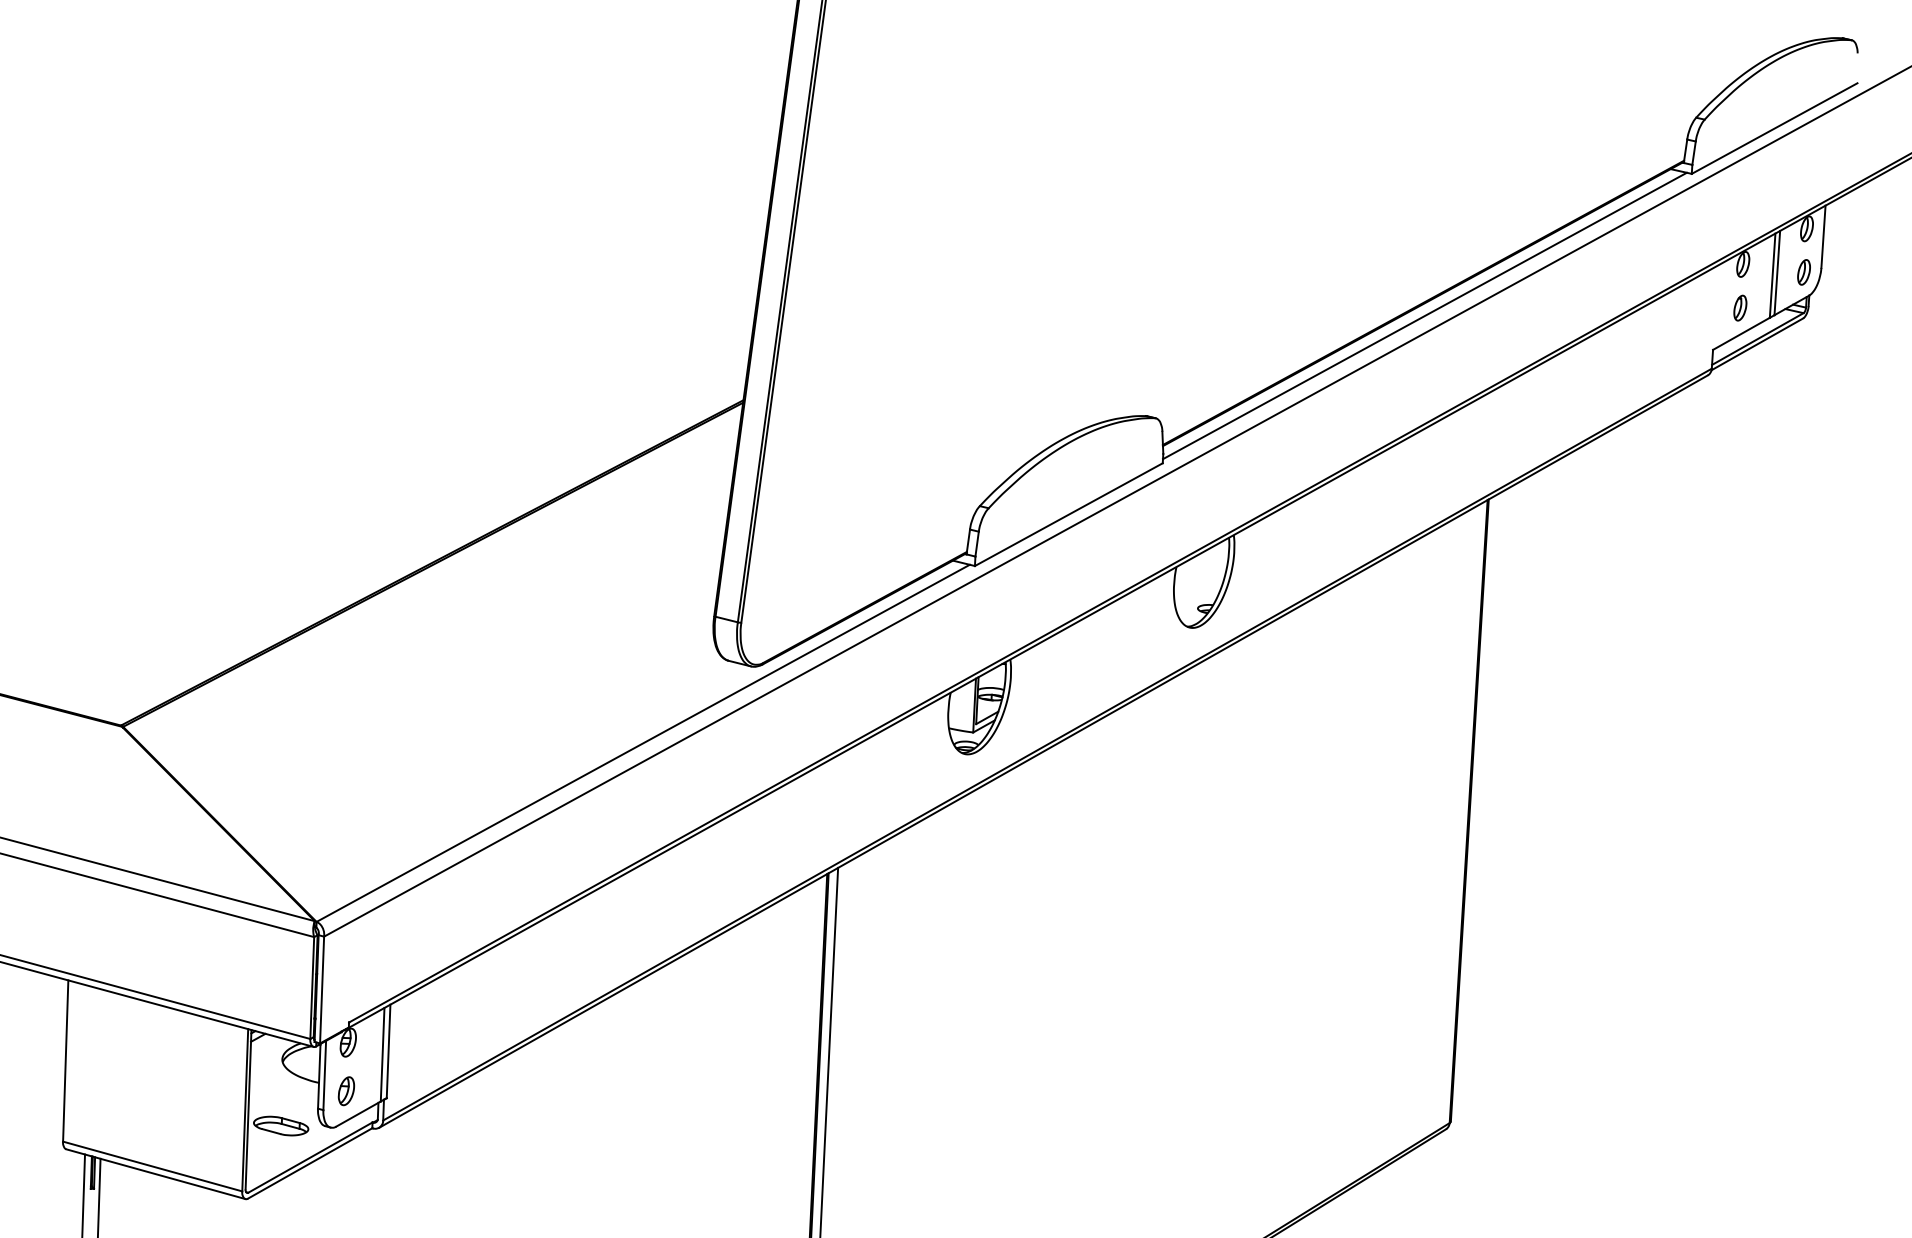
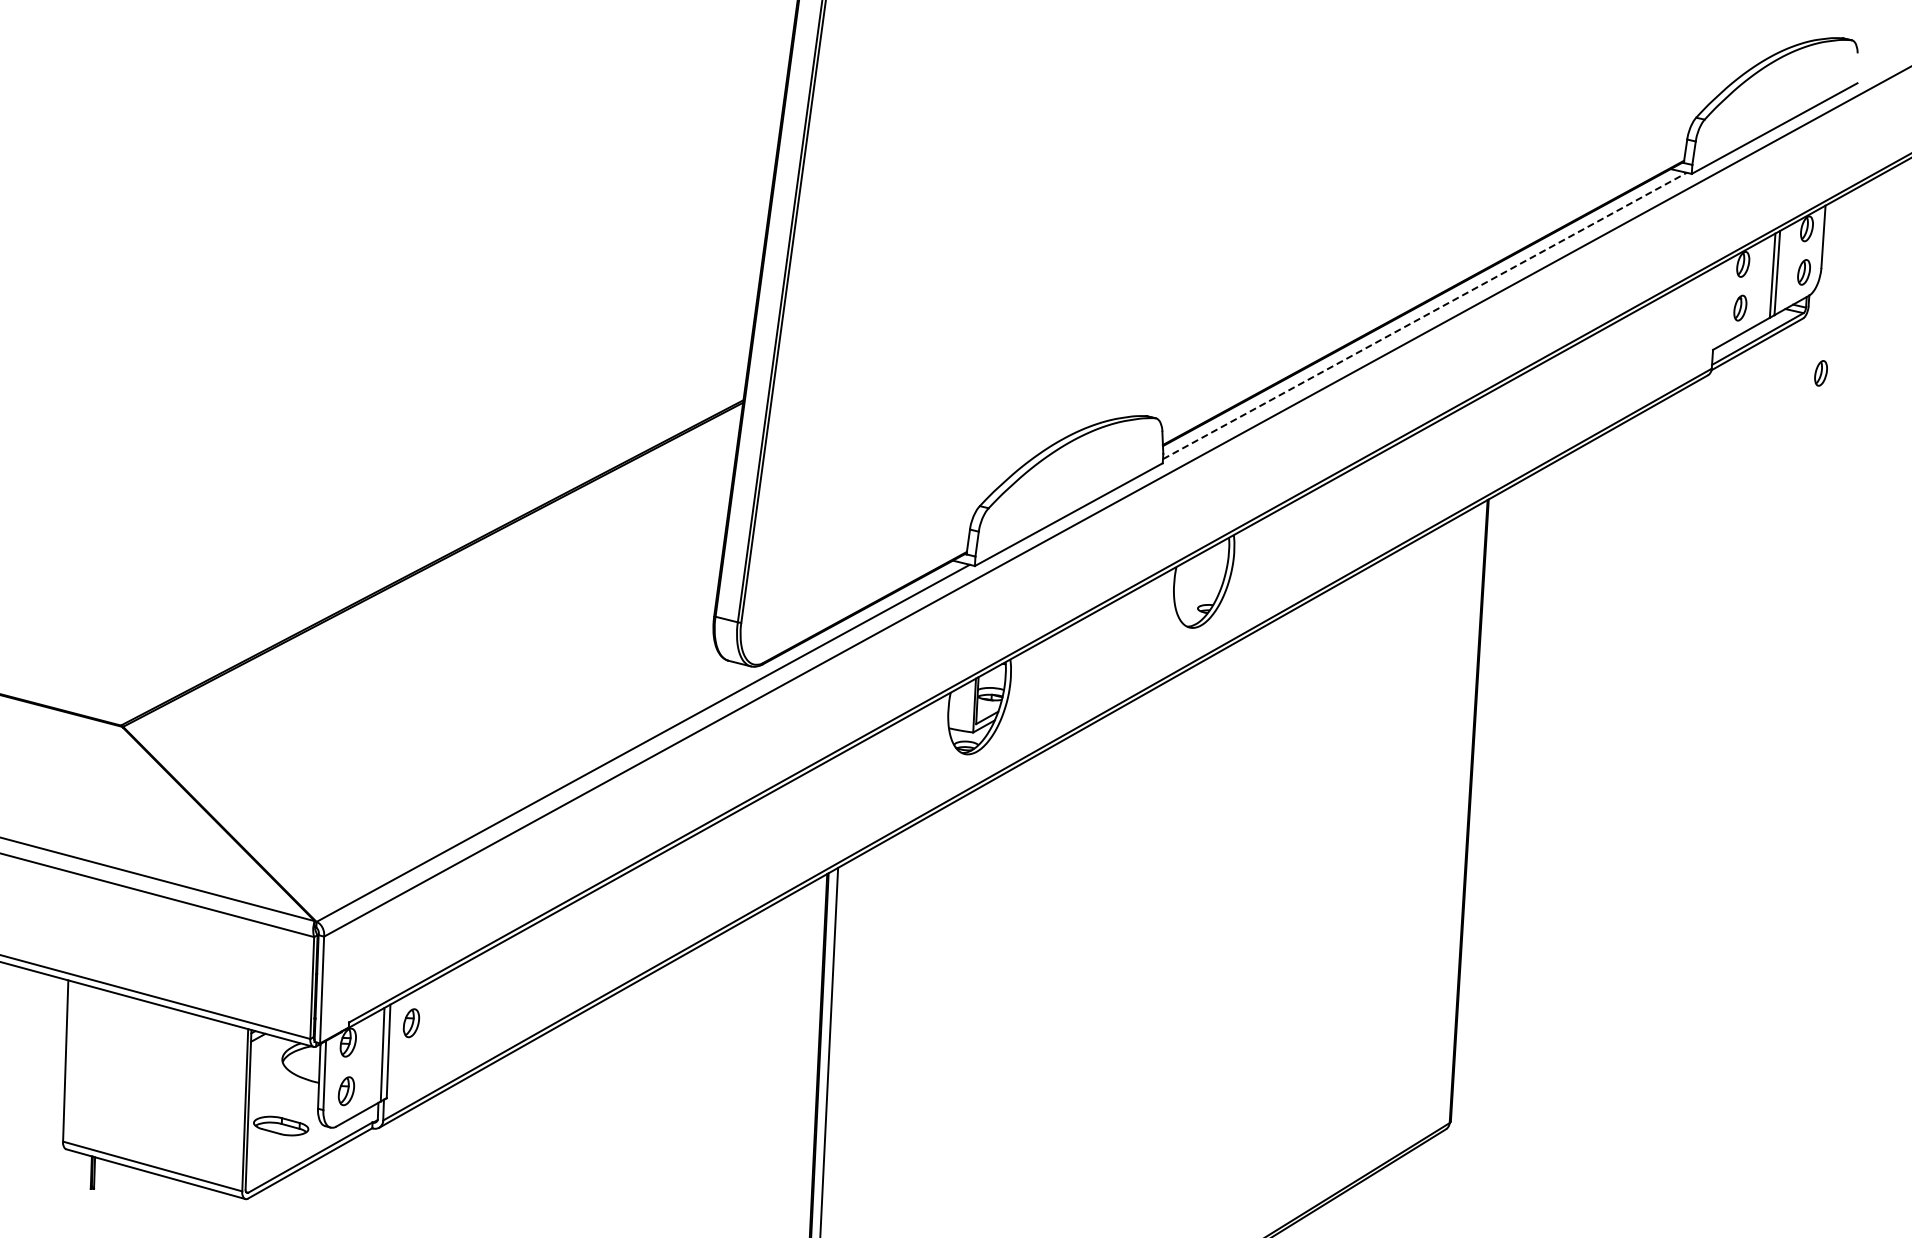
line at (1424, 315): solid -> dashed
part at (1820, 373): none -> present
part at (411, 1023): none -> present
line at (83, 1194): present -> none
line at (99, 1196): present -> none
